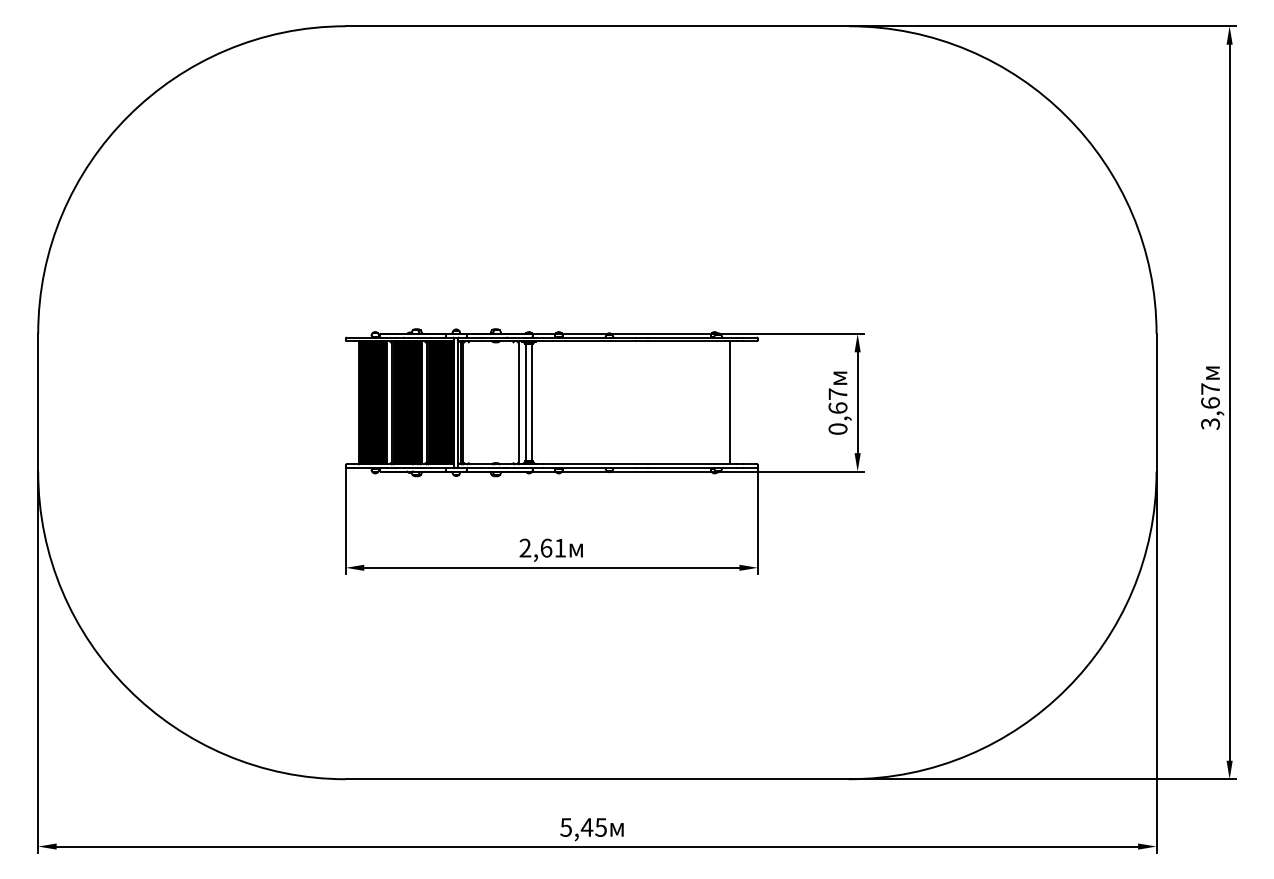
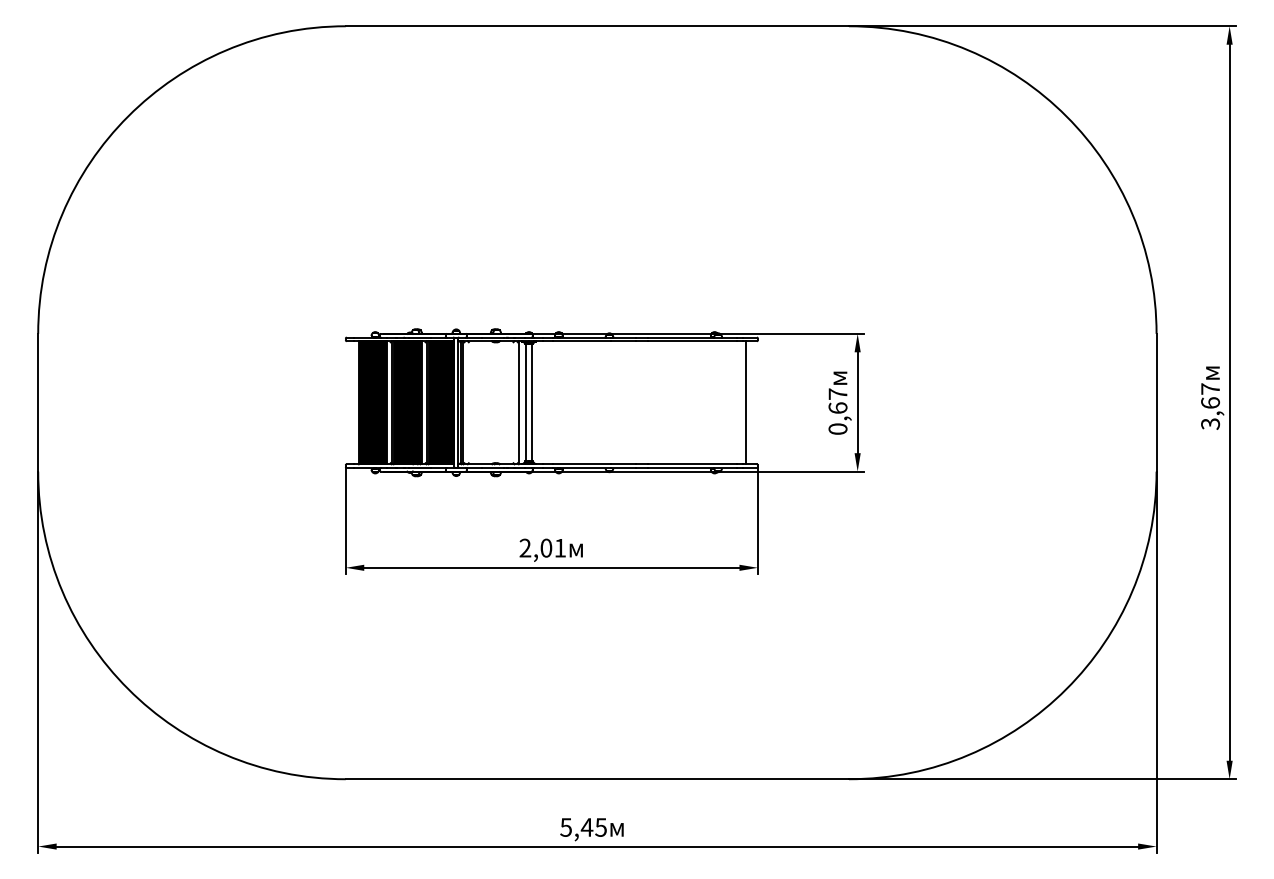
line at (730, 402) position: (730, 402) -> (746, 402)
text at (546, 547): 2,61 -> 2,01
